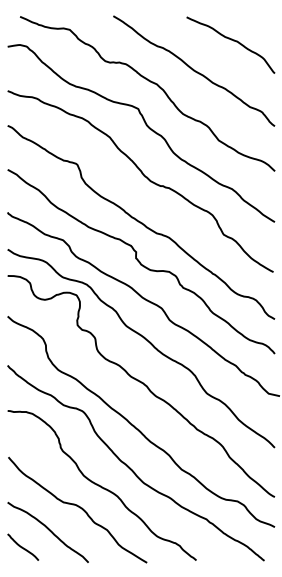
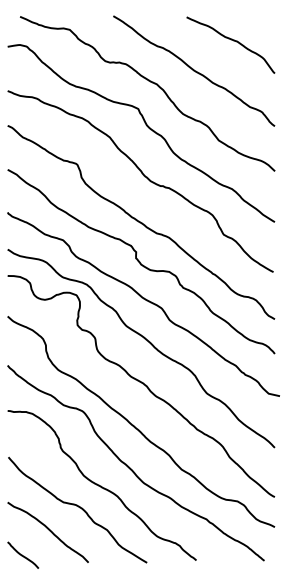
curve at (22, 546) position: (22, 546) -> (22, 554)
